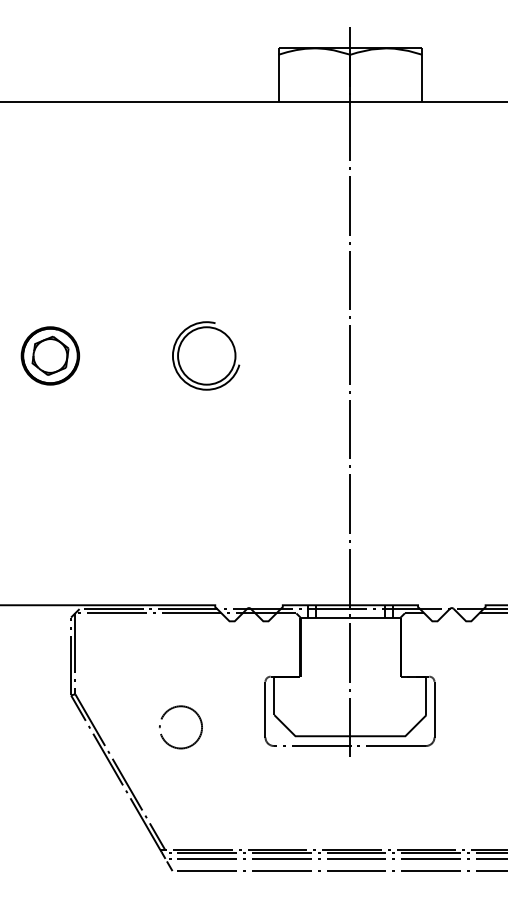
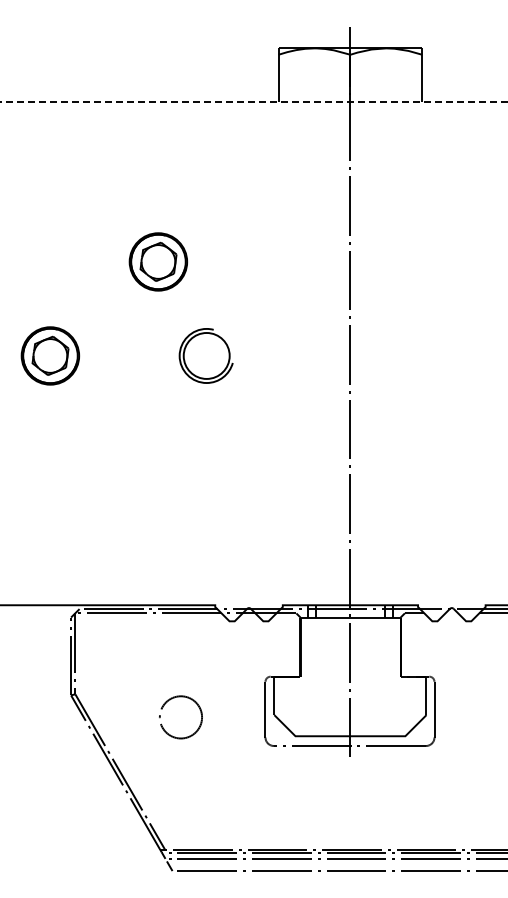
line at (253, 102): solid -> dashed
part at (157, 261): none -> present
part at (206, 355) size: 69x70 px -> 56x56 px
part at (162, 734) position: (162, 734) -> (162, 724)
